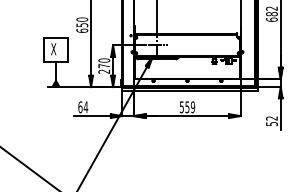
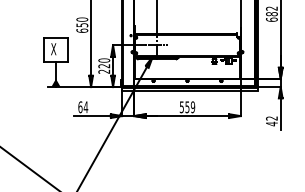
text at (104, 66): 270 -> 220
text at (271, 123): 52 -> 42
